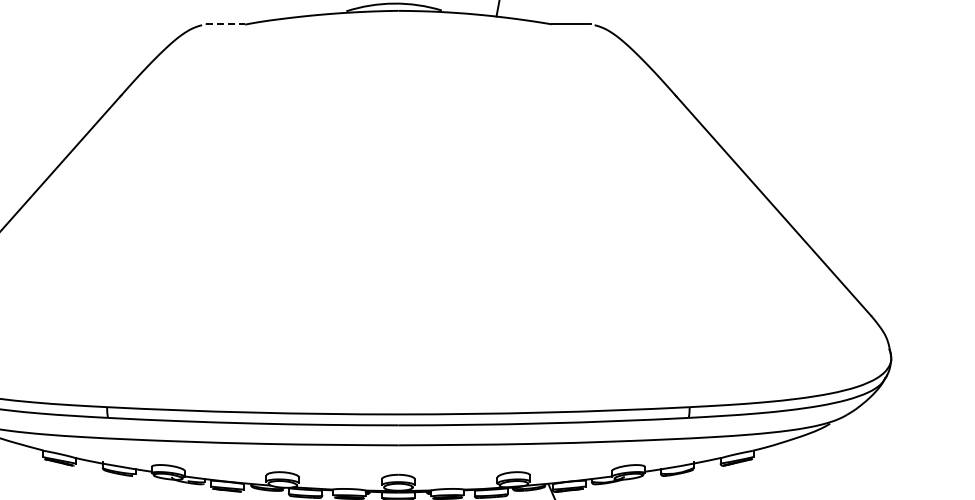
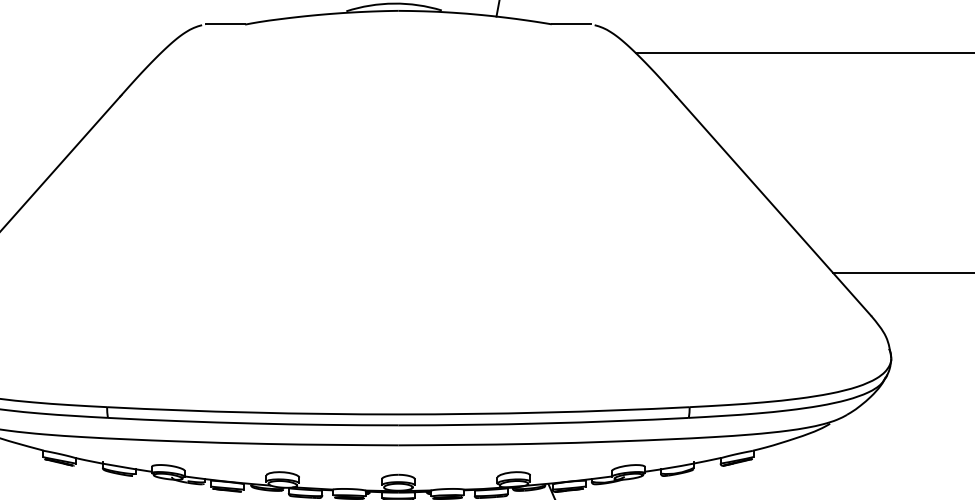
line at (225, 24): dashed -> solid
line at (803, 53): none -> present
line at (902, 272): none -> present
